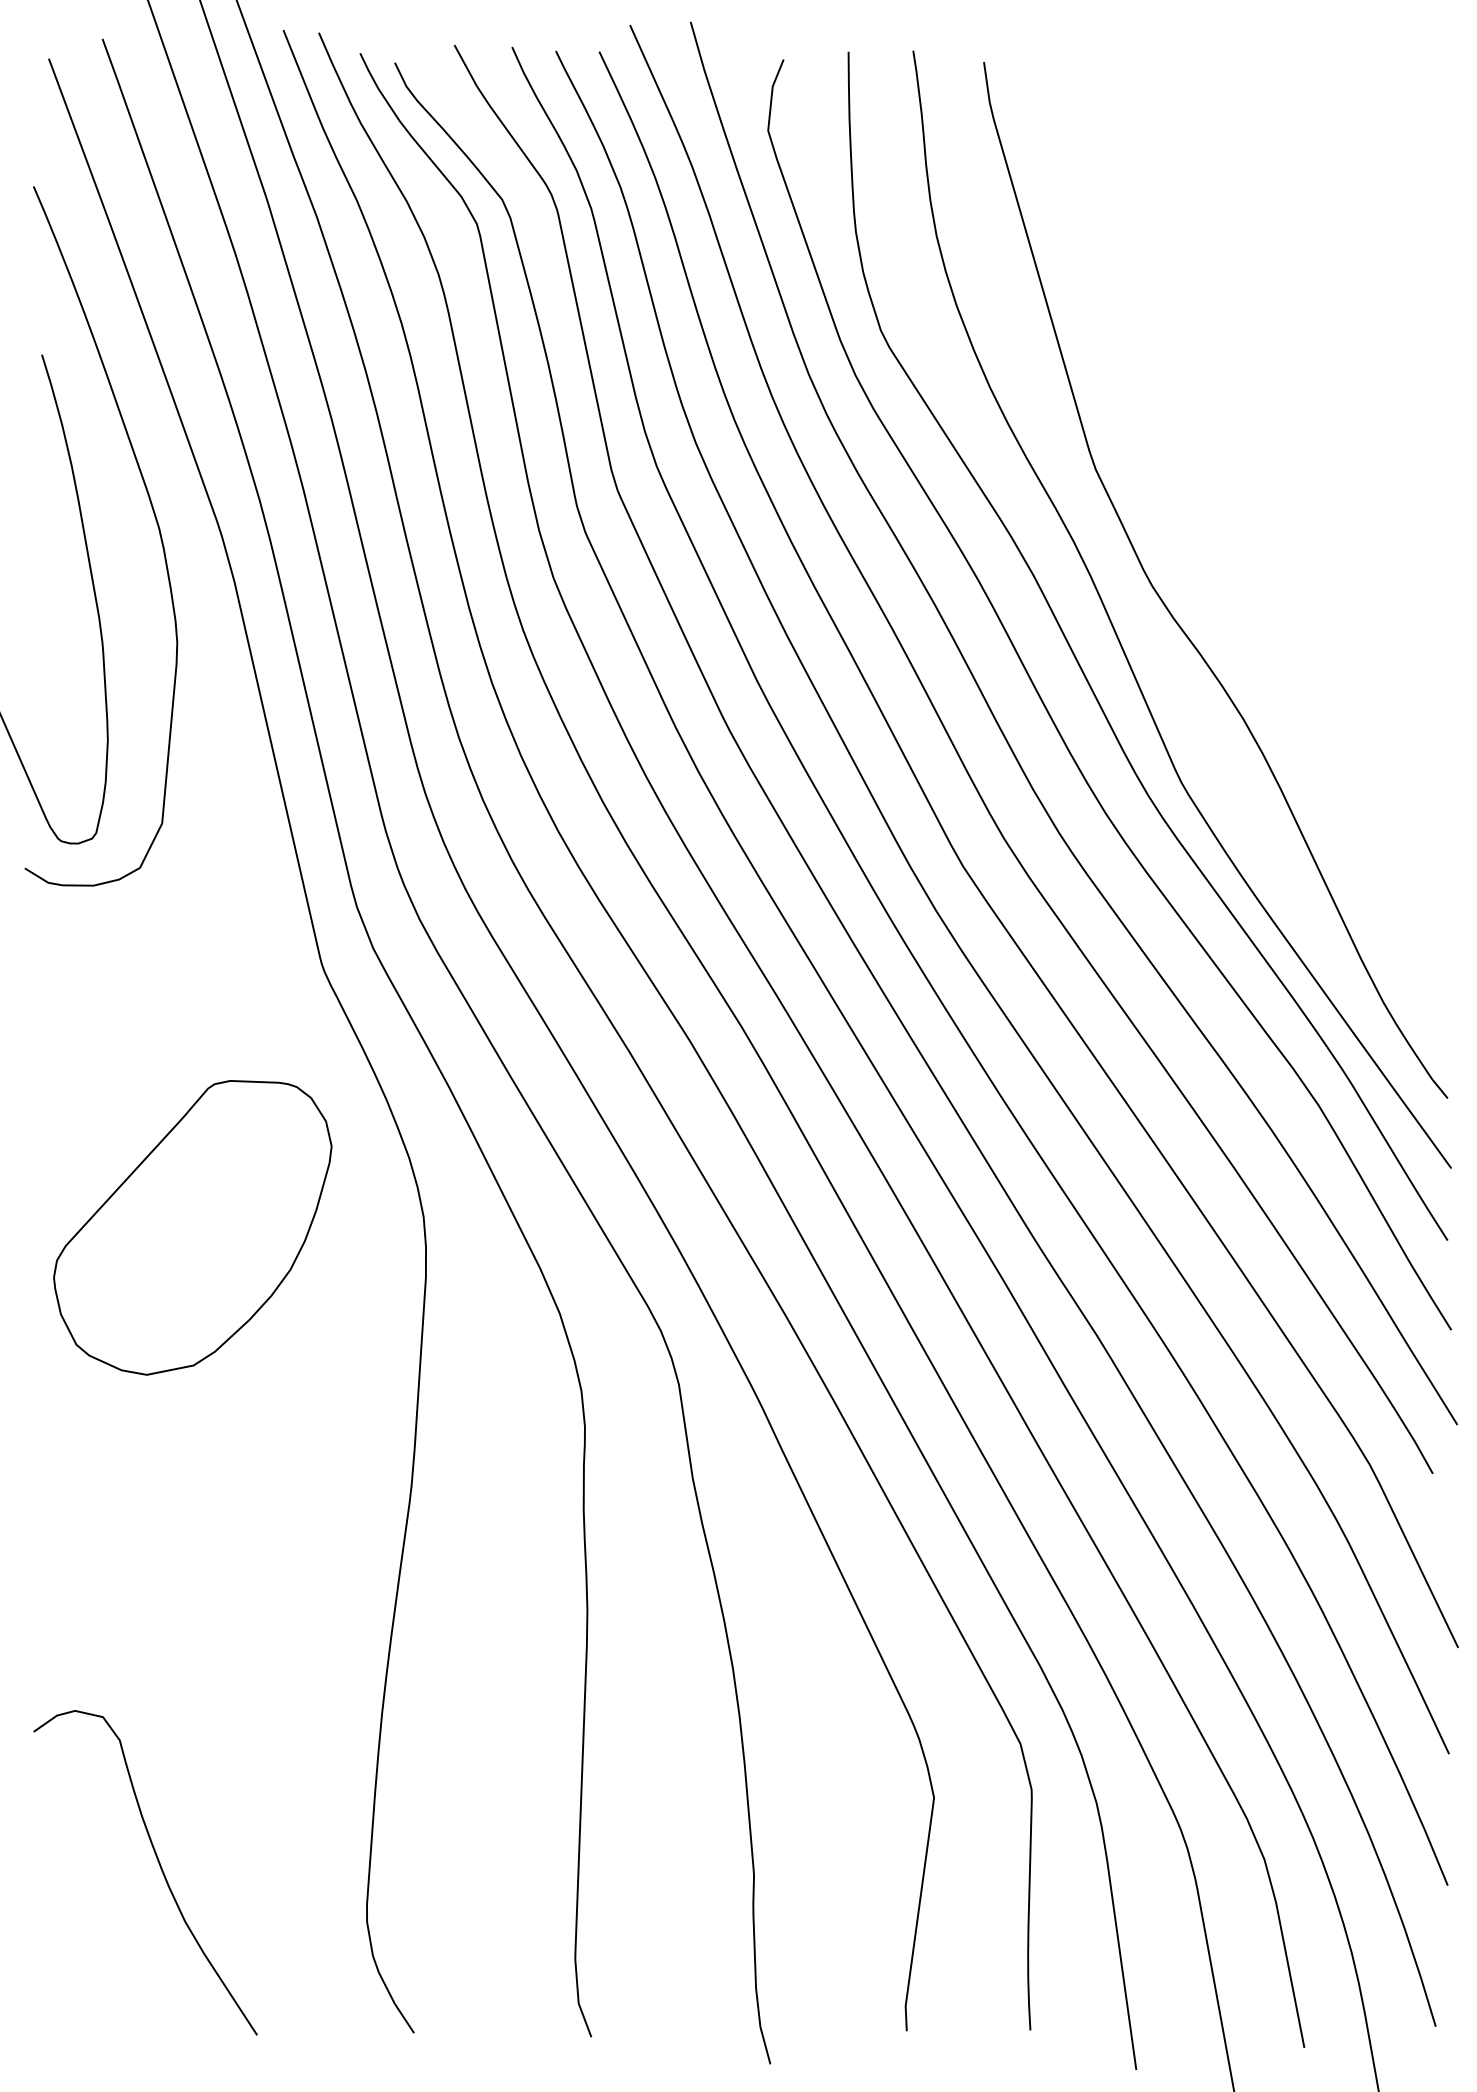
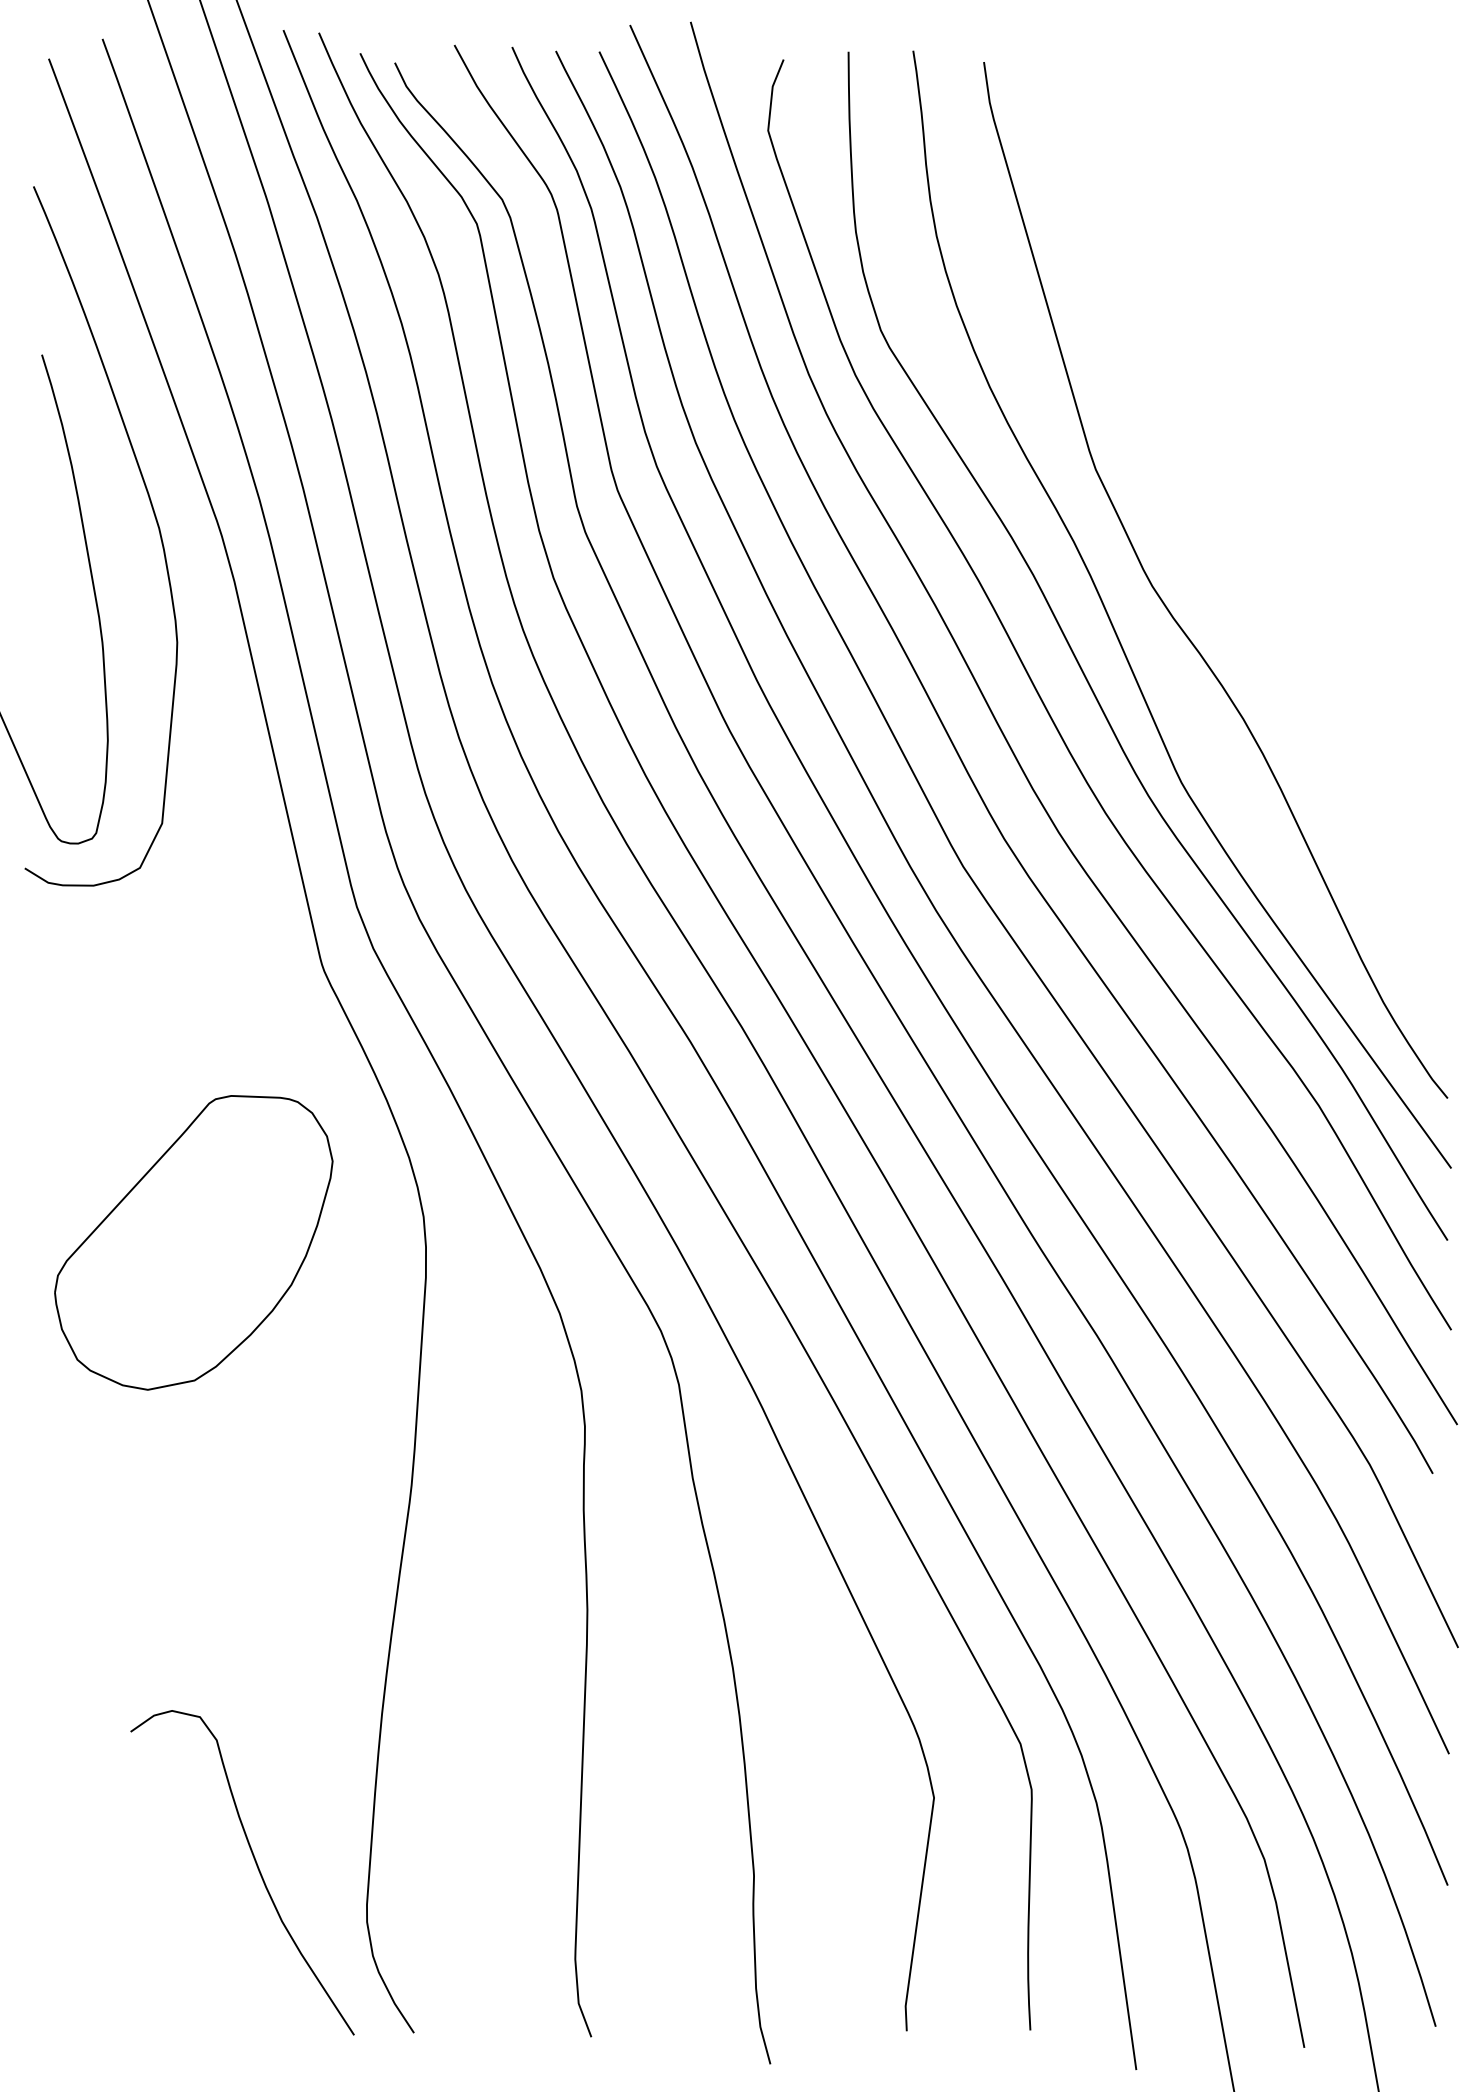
part at (192, 1227) position: (192, 1227) -> (193, 1242)
curve at (159, 1866) position: (159, 1866) -> (256, 1866)
